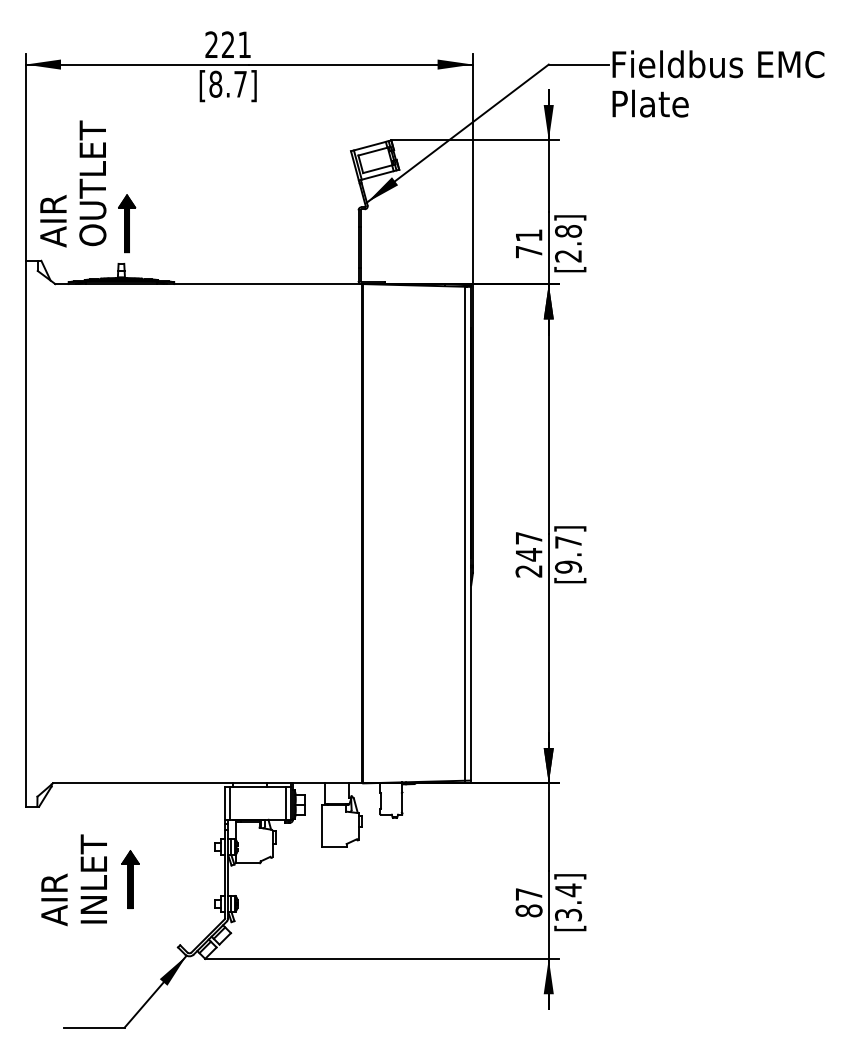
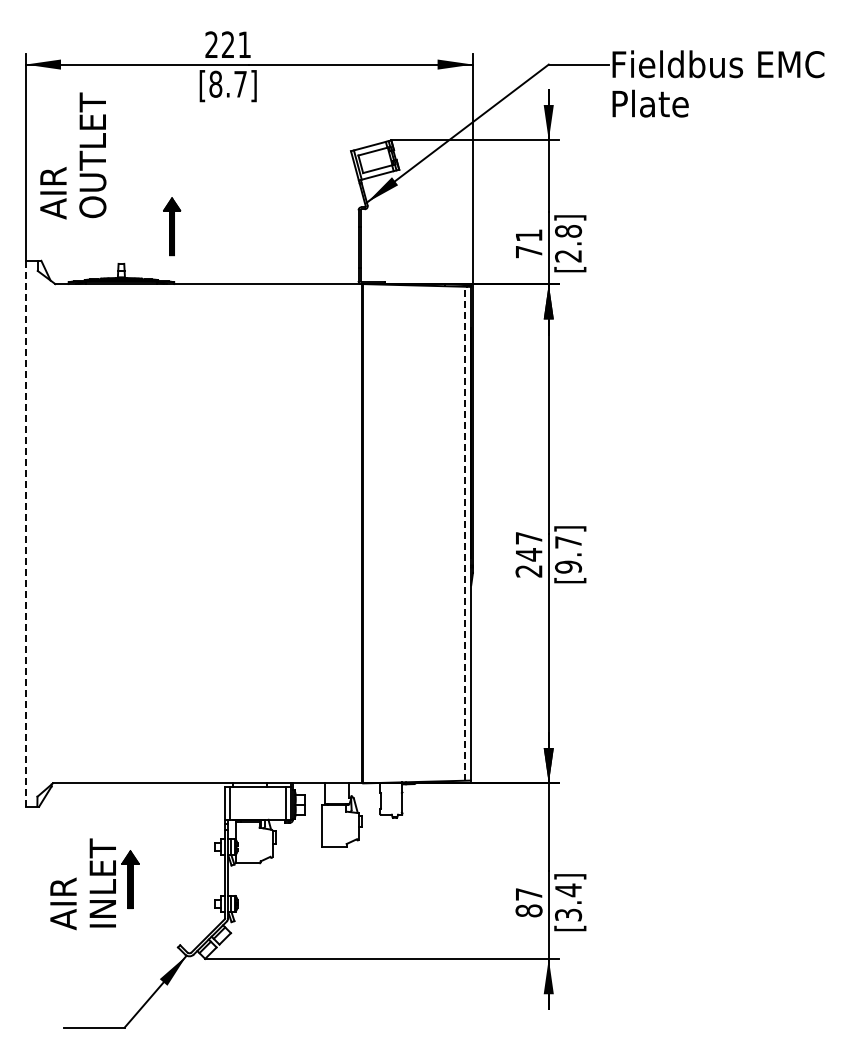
text at (73, 183) position: (73, 183) -> (73, 155)
part at (127, 223) position: (127, 223) -> (172, 226)
line at (25, 533): solid -> dashed
line at (464, 533): solid -> dashed
text at (73, 880) position: (73, 880) -> (82, 884)
